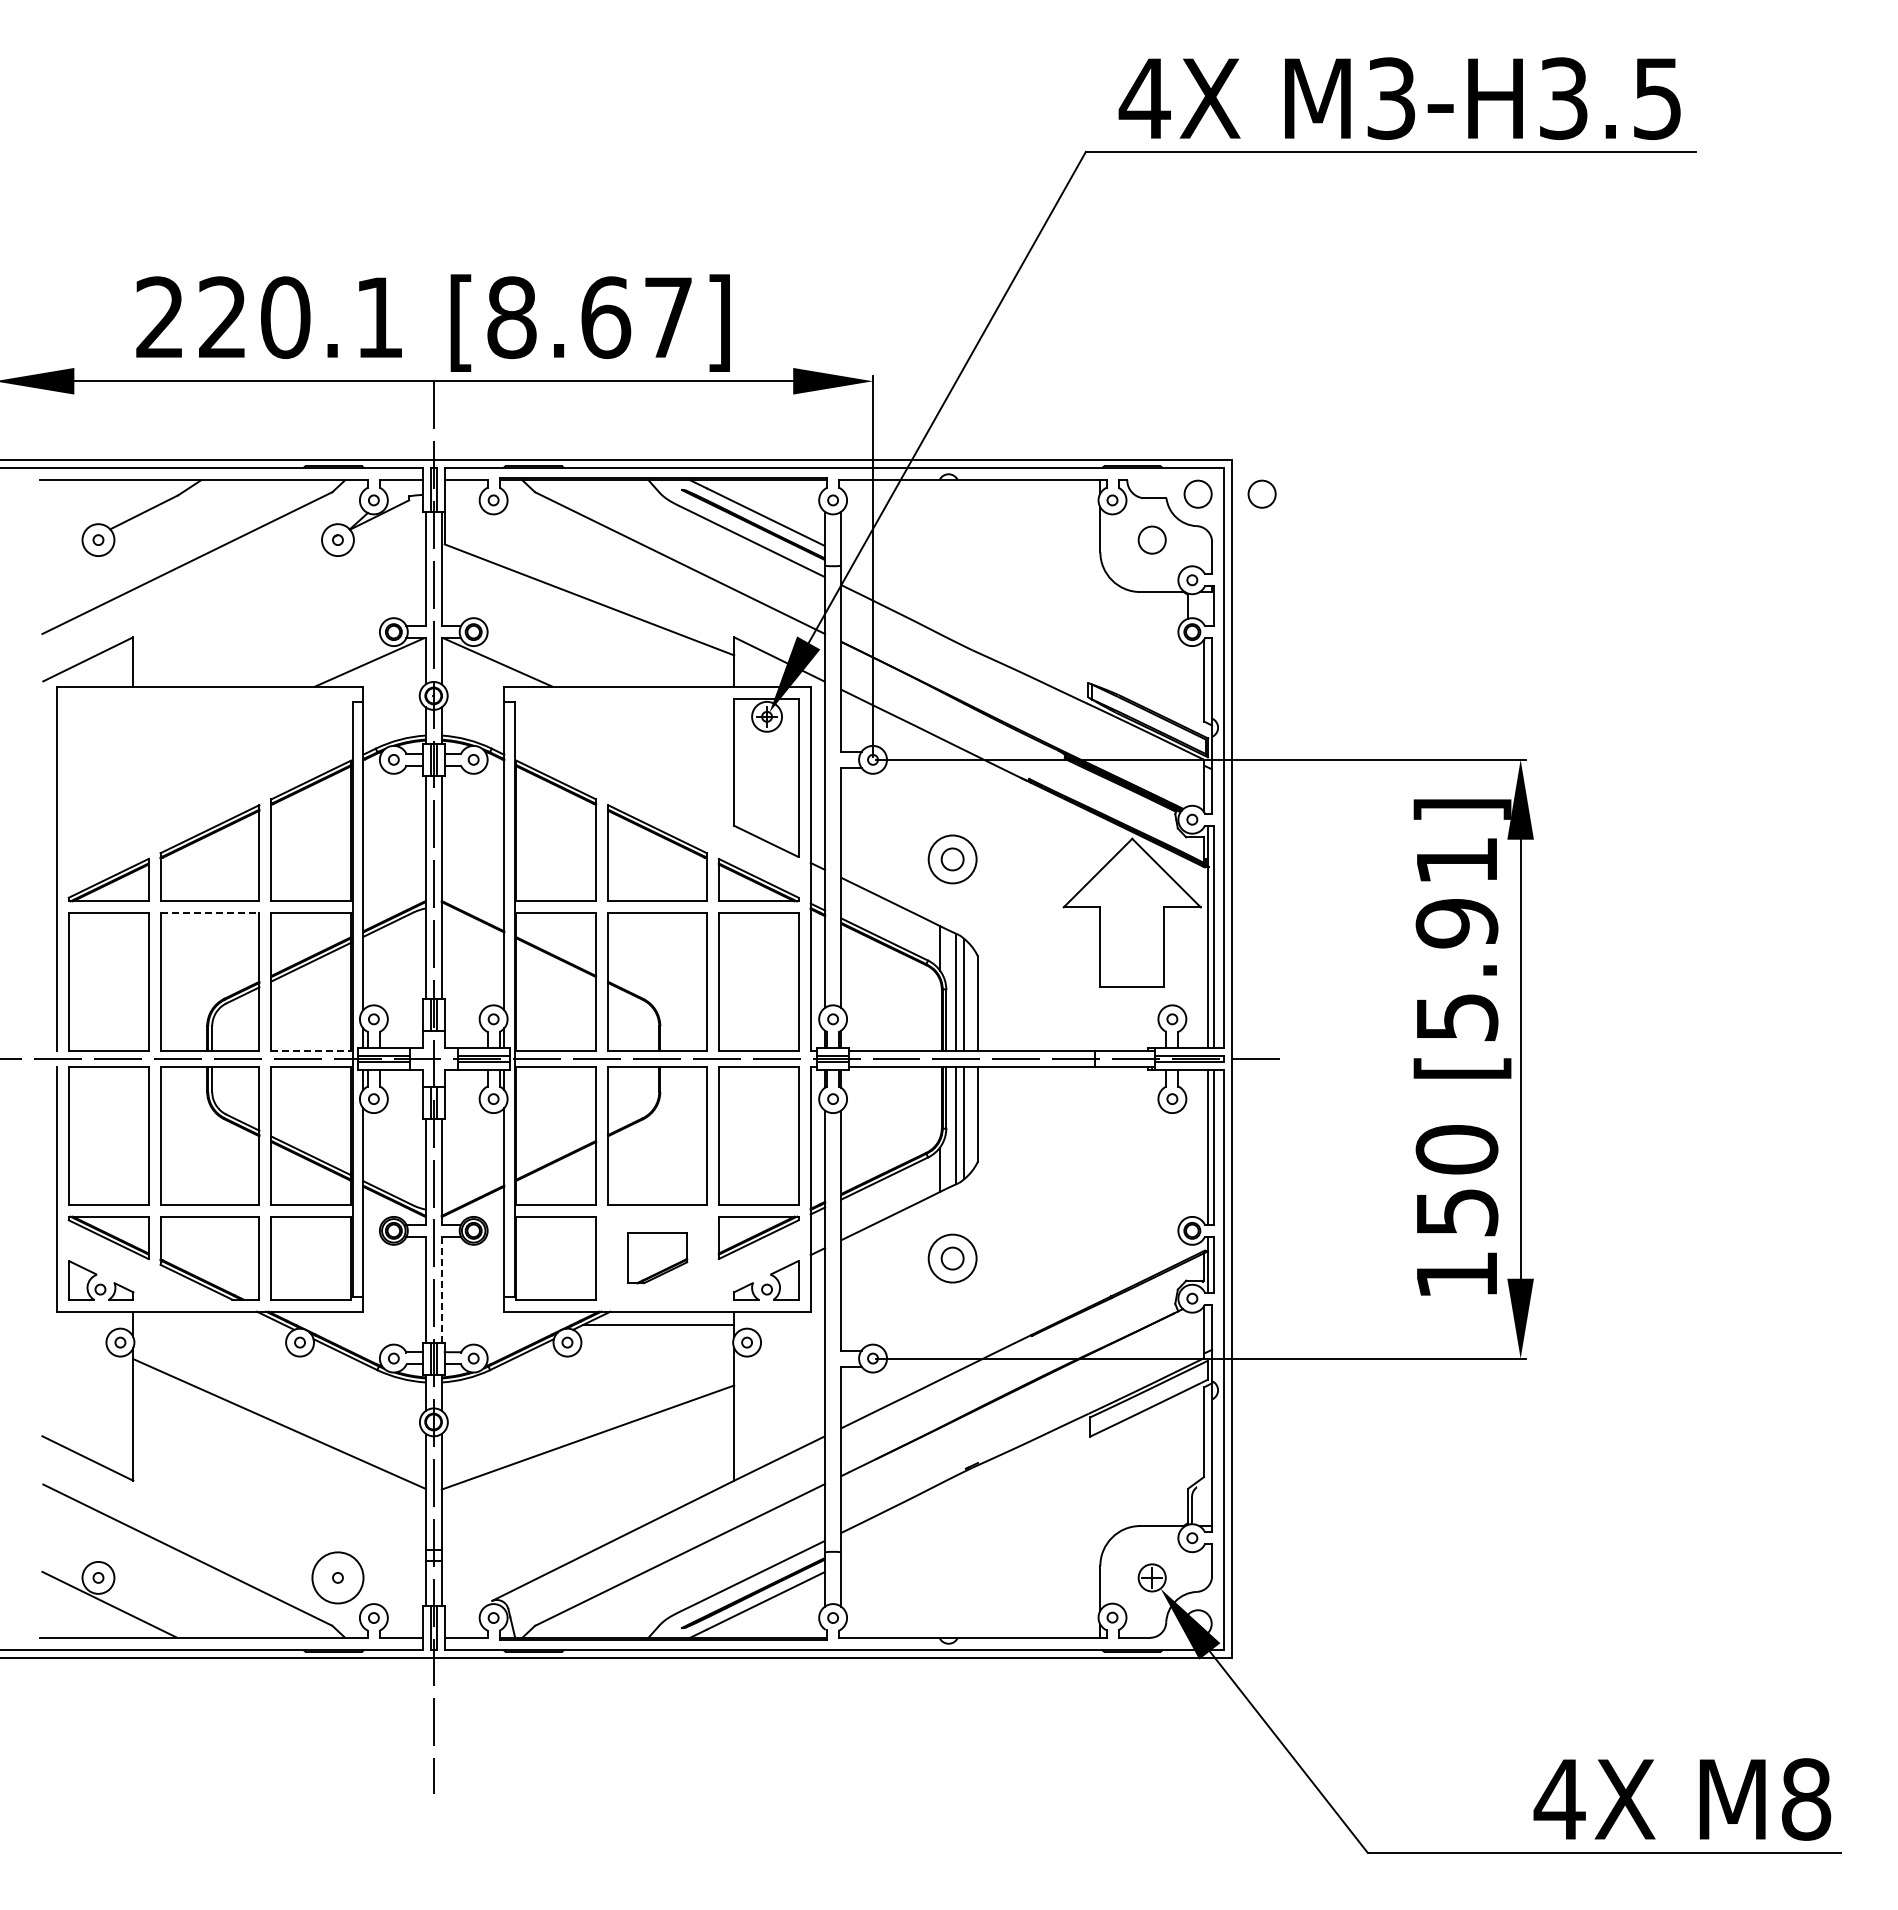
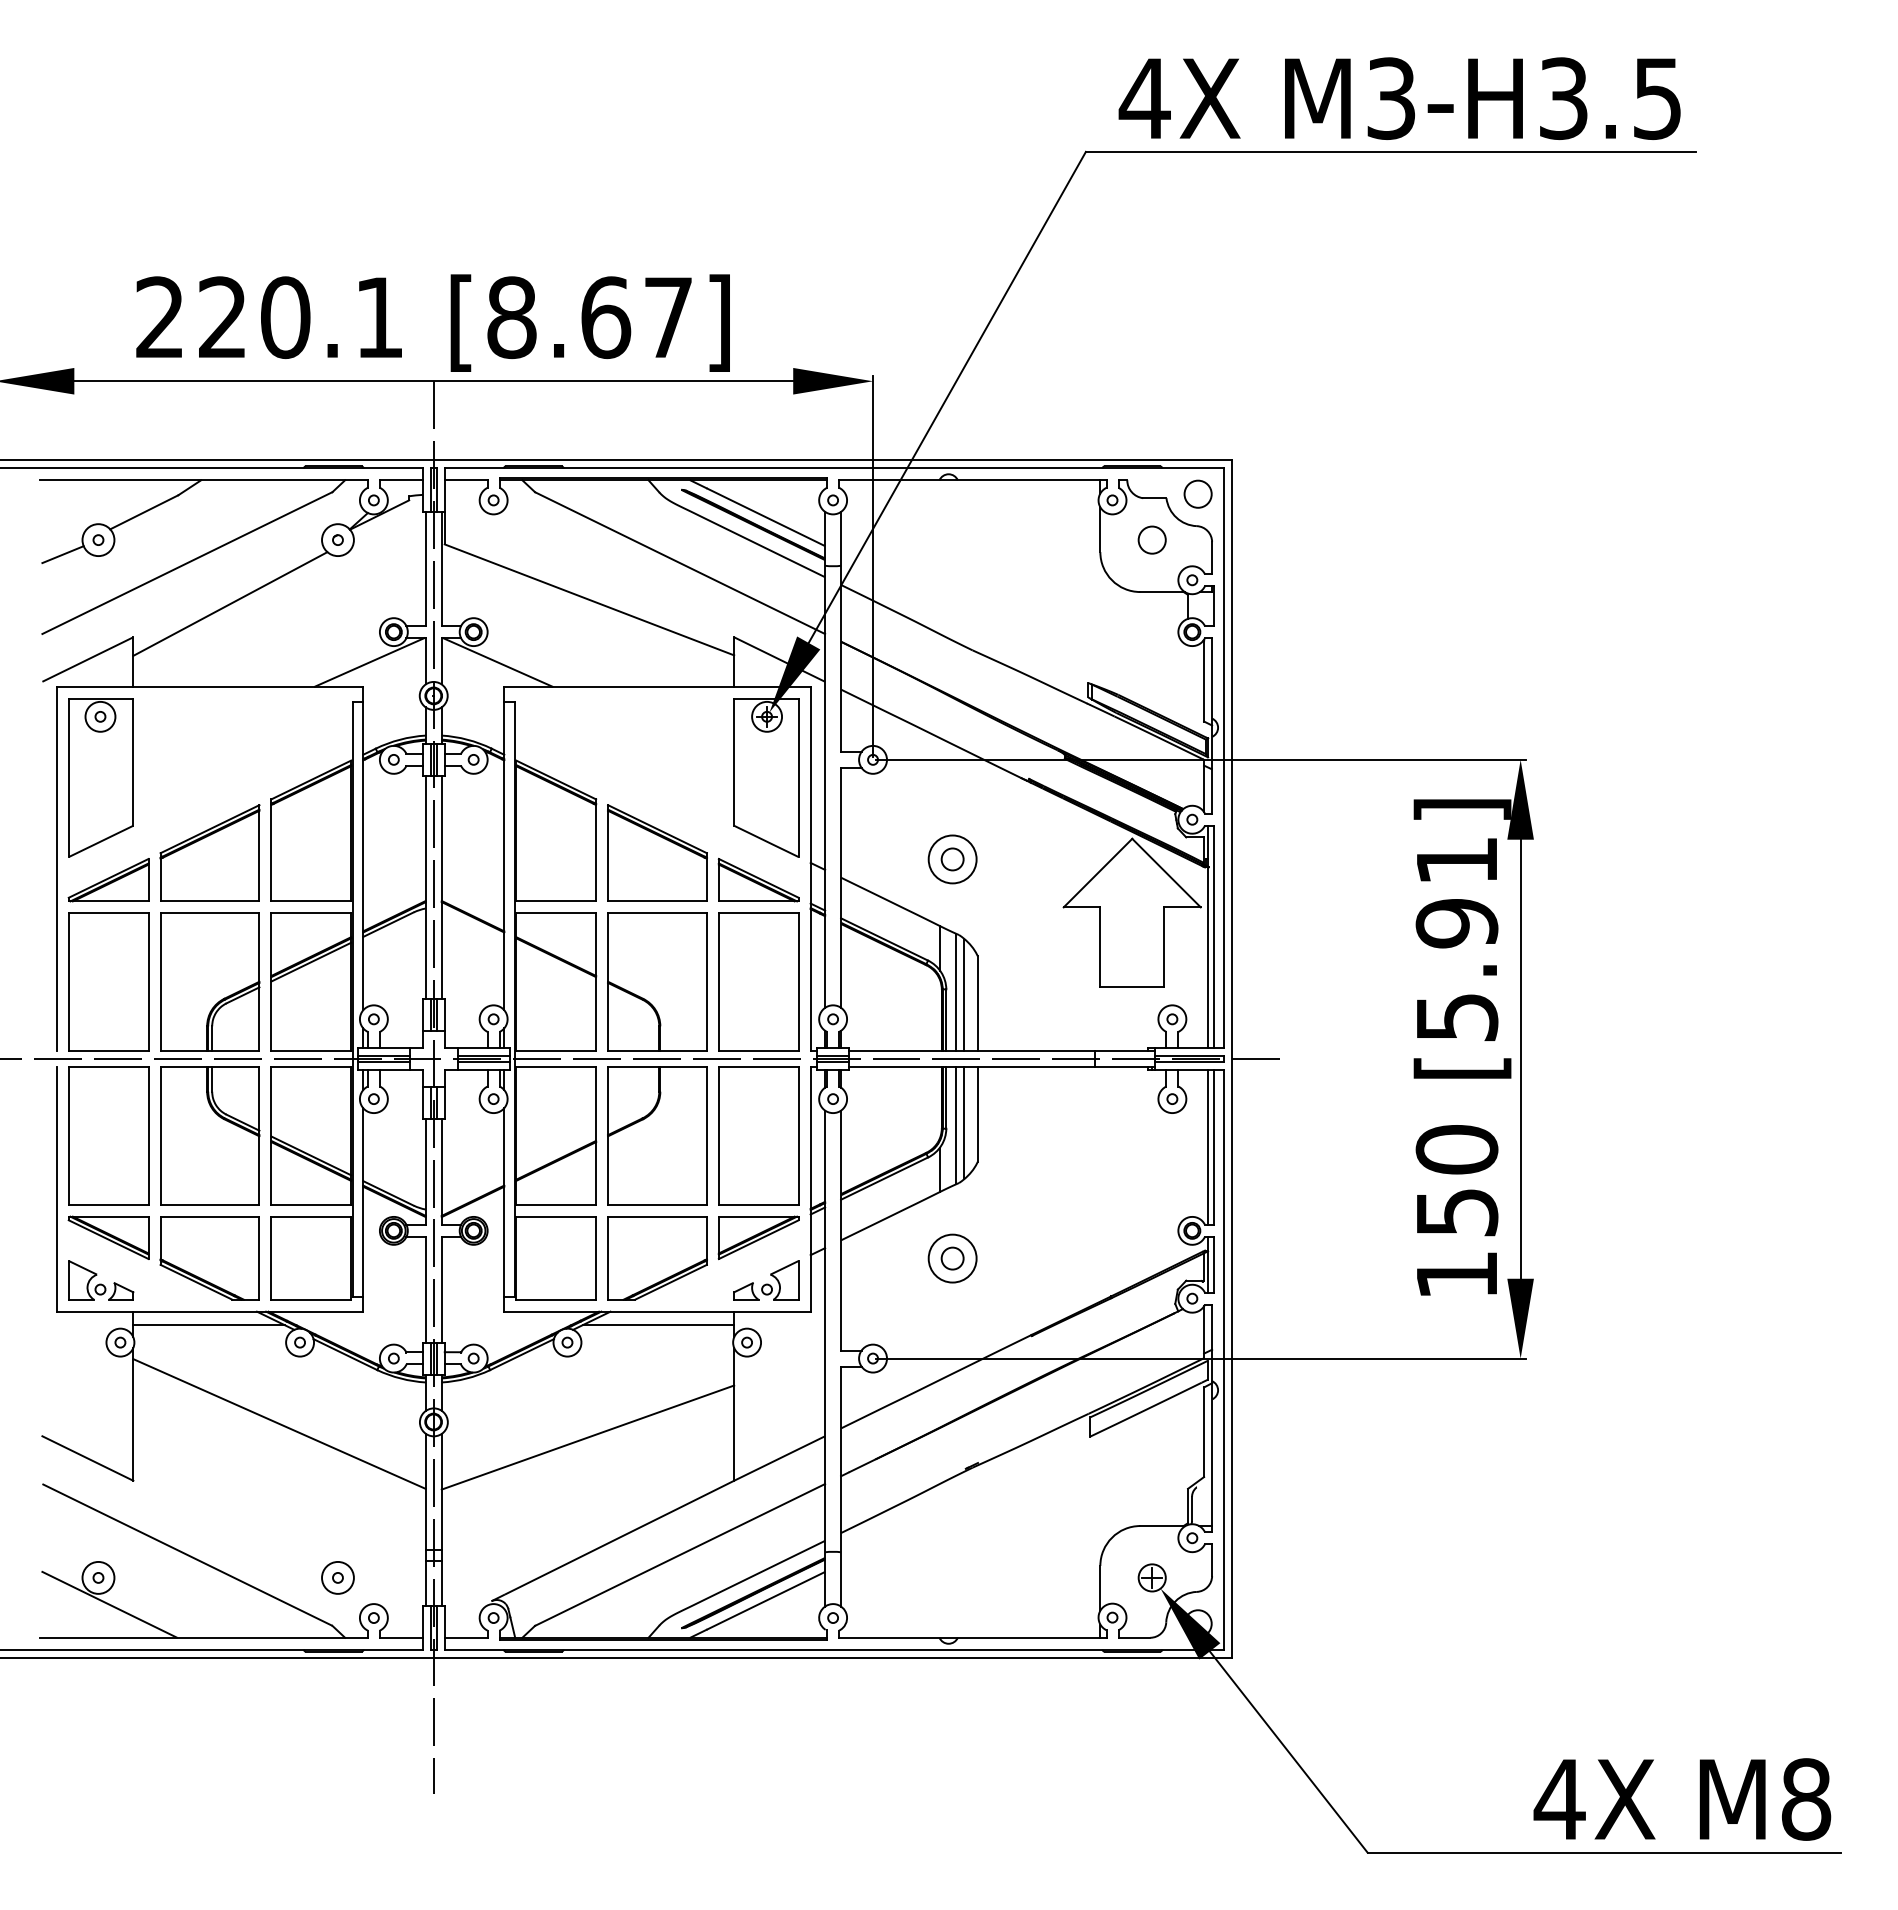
circle at (1261, 493): present -> none
line at (62, 554): none -> present
line at (230, 603): none -> present
part at (100, 777): none -> present
line at (210, 913): dashed -> solid
line at (311, 1051): dashed -> solid
part at (657, 1258) size: 62x53 px -> 101x85 px
line at (441, 1289): dashed -> solid
line at (209, 1325): none -> present
circle at (337, 1577) diameter: 51 px -> 32 px
